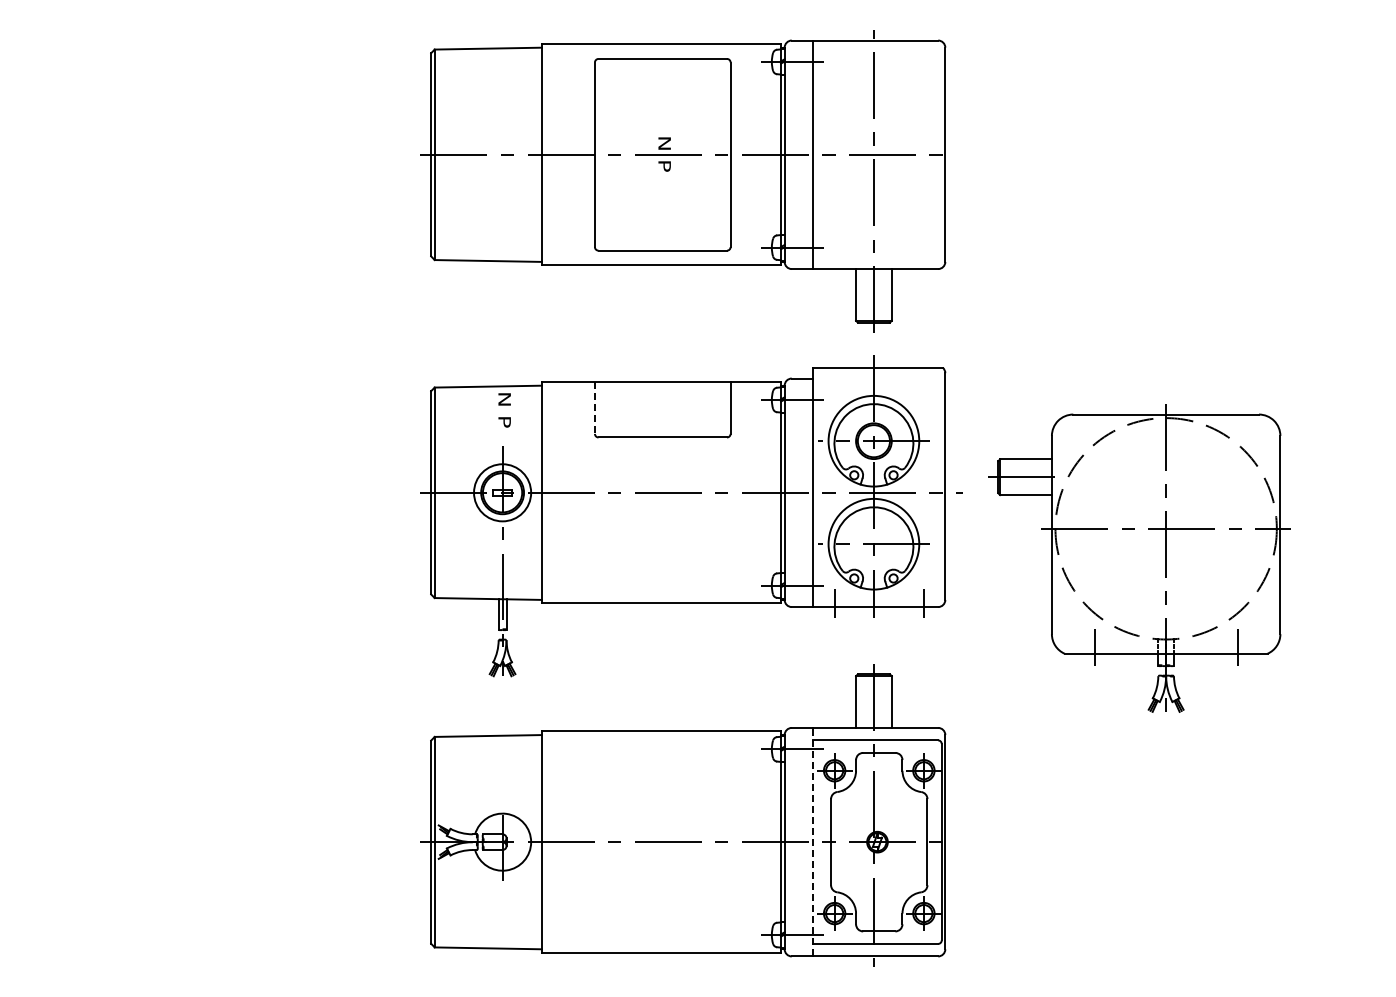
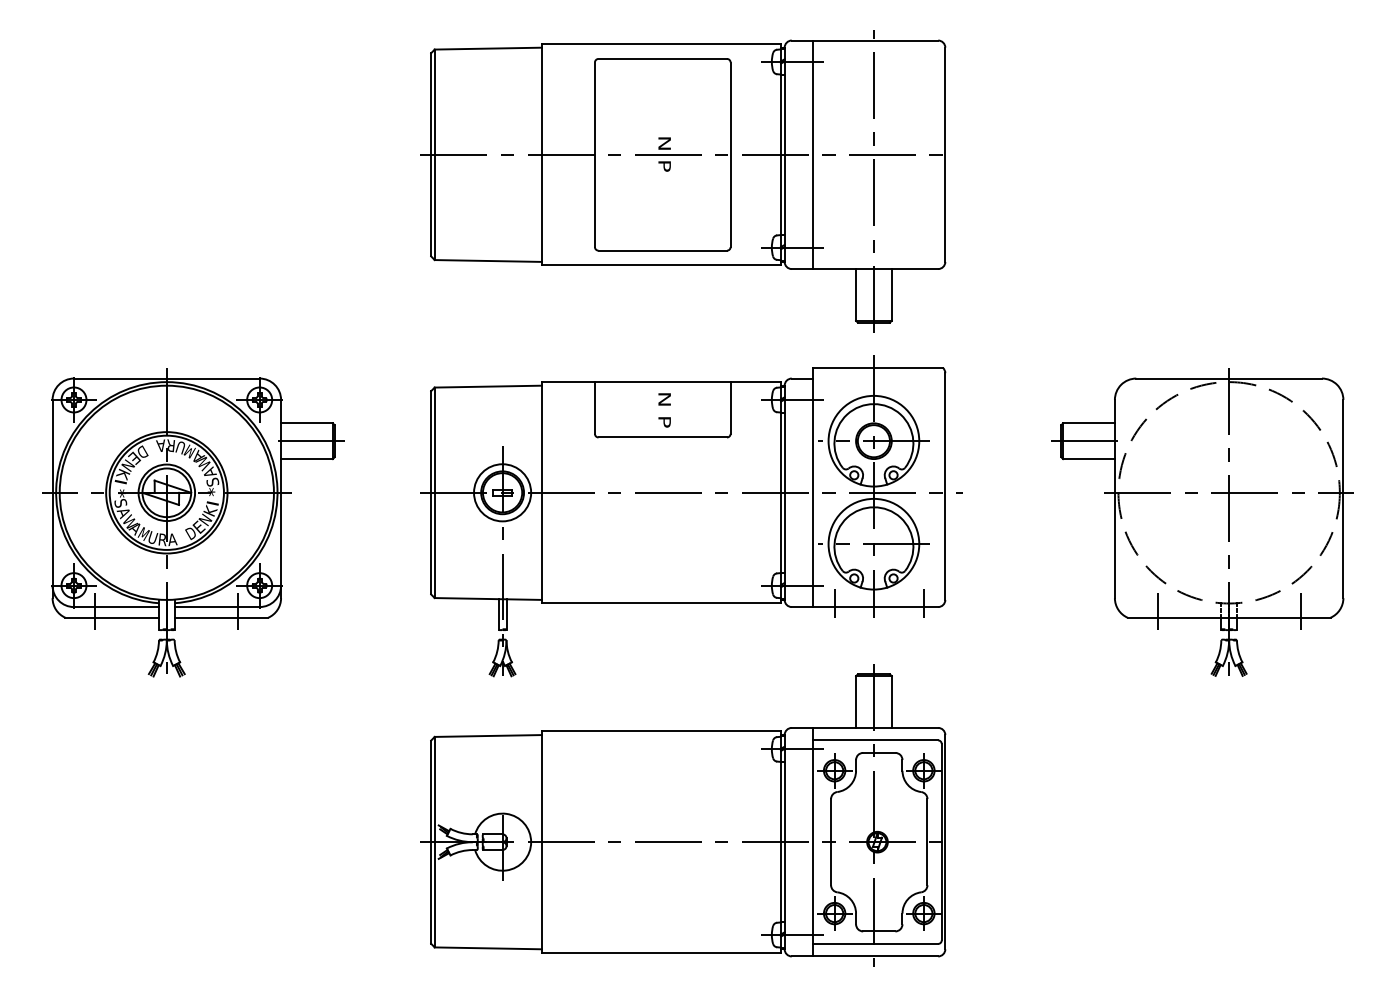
line at (594, 408): dashed -> solid
text at (504, 410) position: (504, 410) -> (664, 410)
part at (193, 522): none -> present
part at (1139, 558) position: (1139, 558) -> (1202, 522)
line at (813, 841): dashed -> solid
